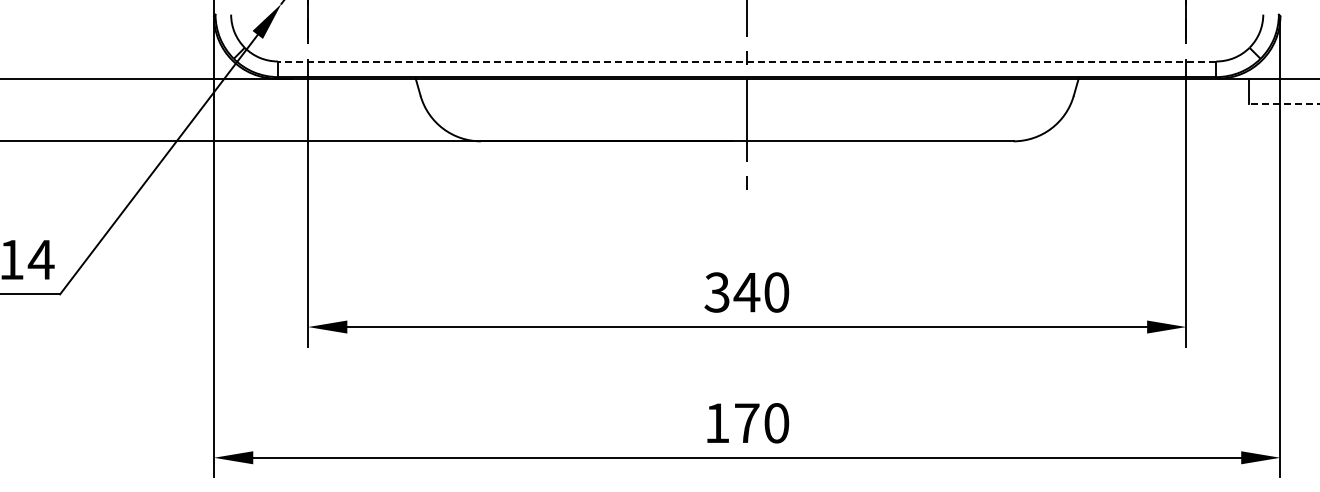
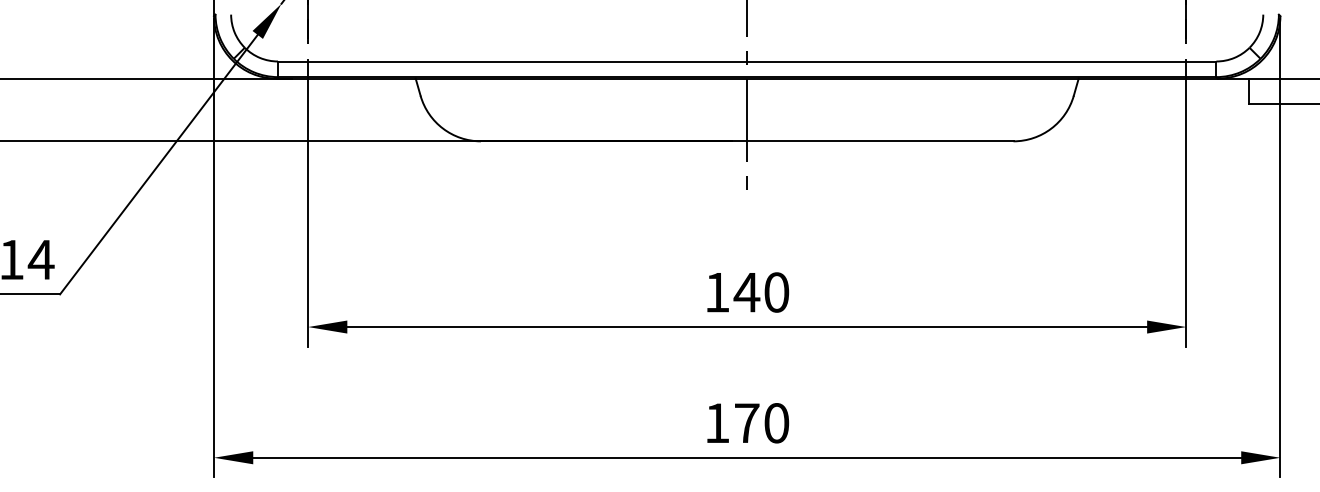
line at (746, 61): dashed -> solid
line at (1284, 103): dashed -> solid
text at (716, 292): 340 -> 140
